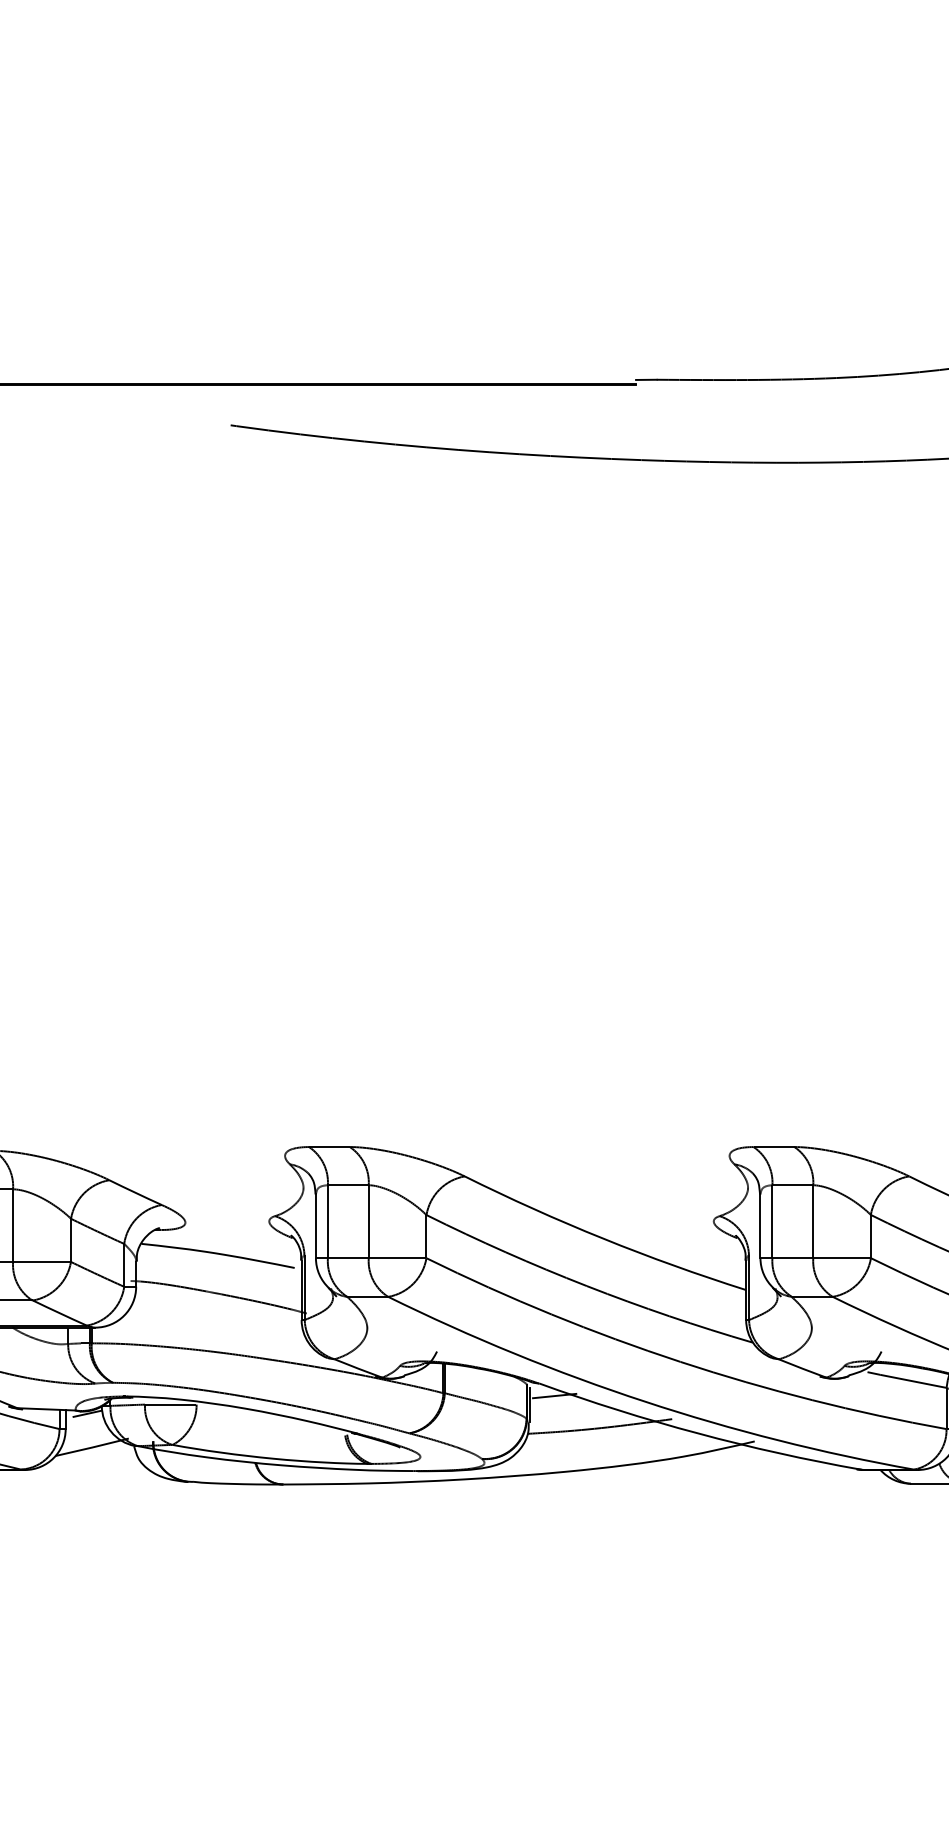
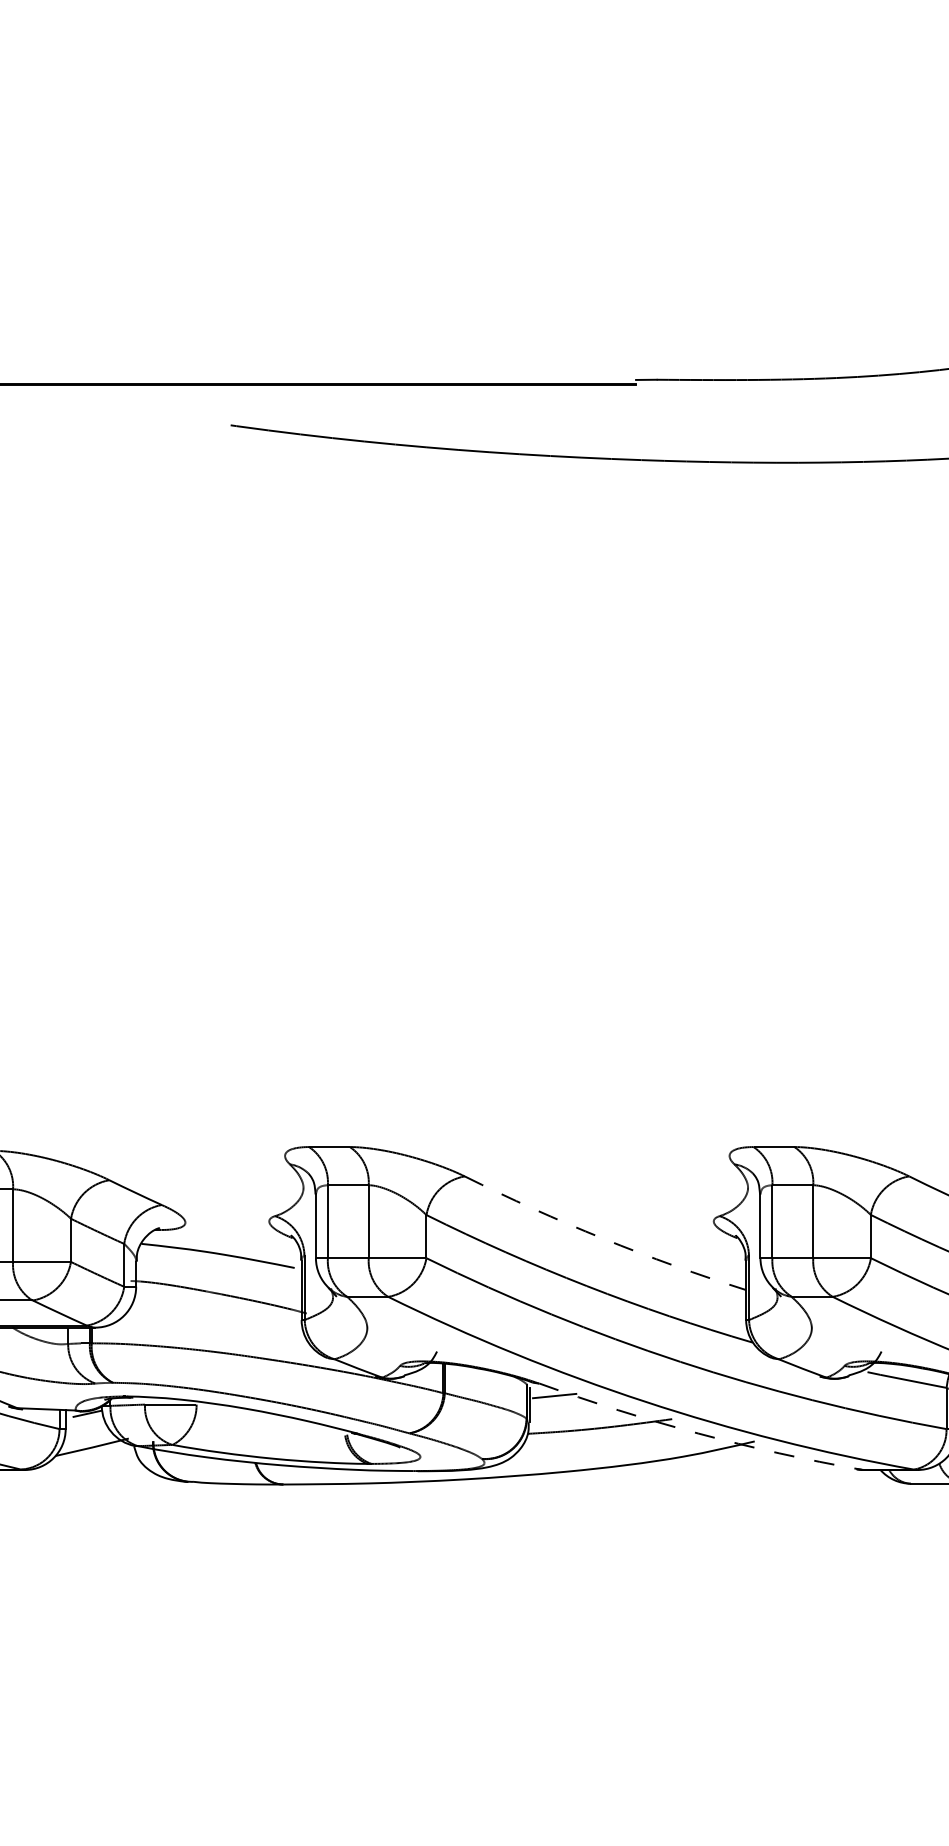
arc at (603, 1238): solid -> dashed
arc at (698, 1433): solid -> dashed
